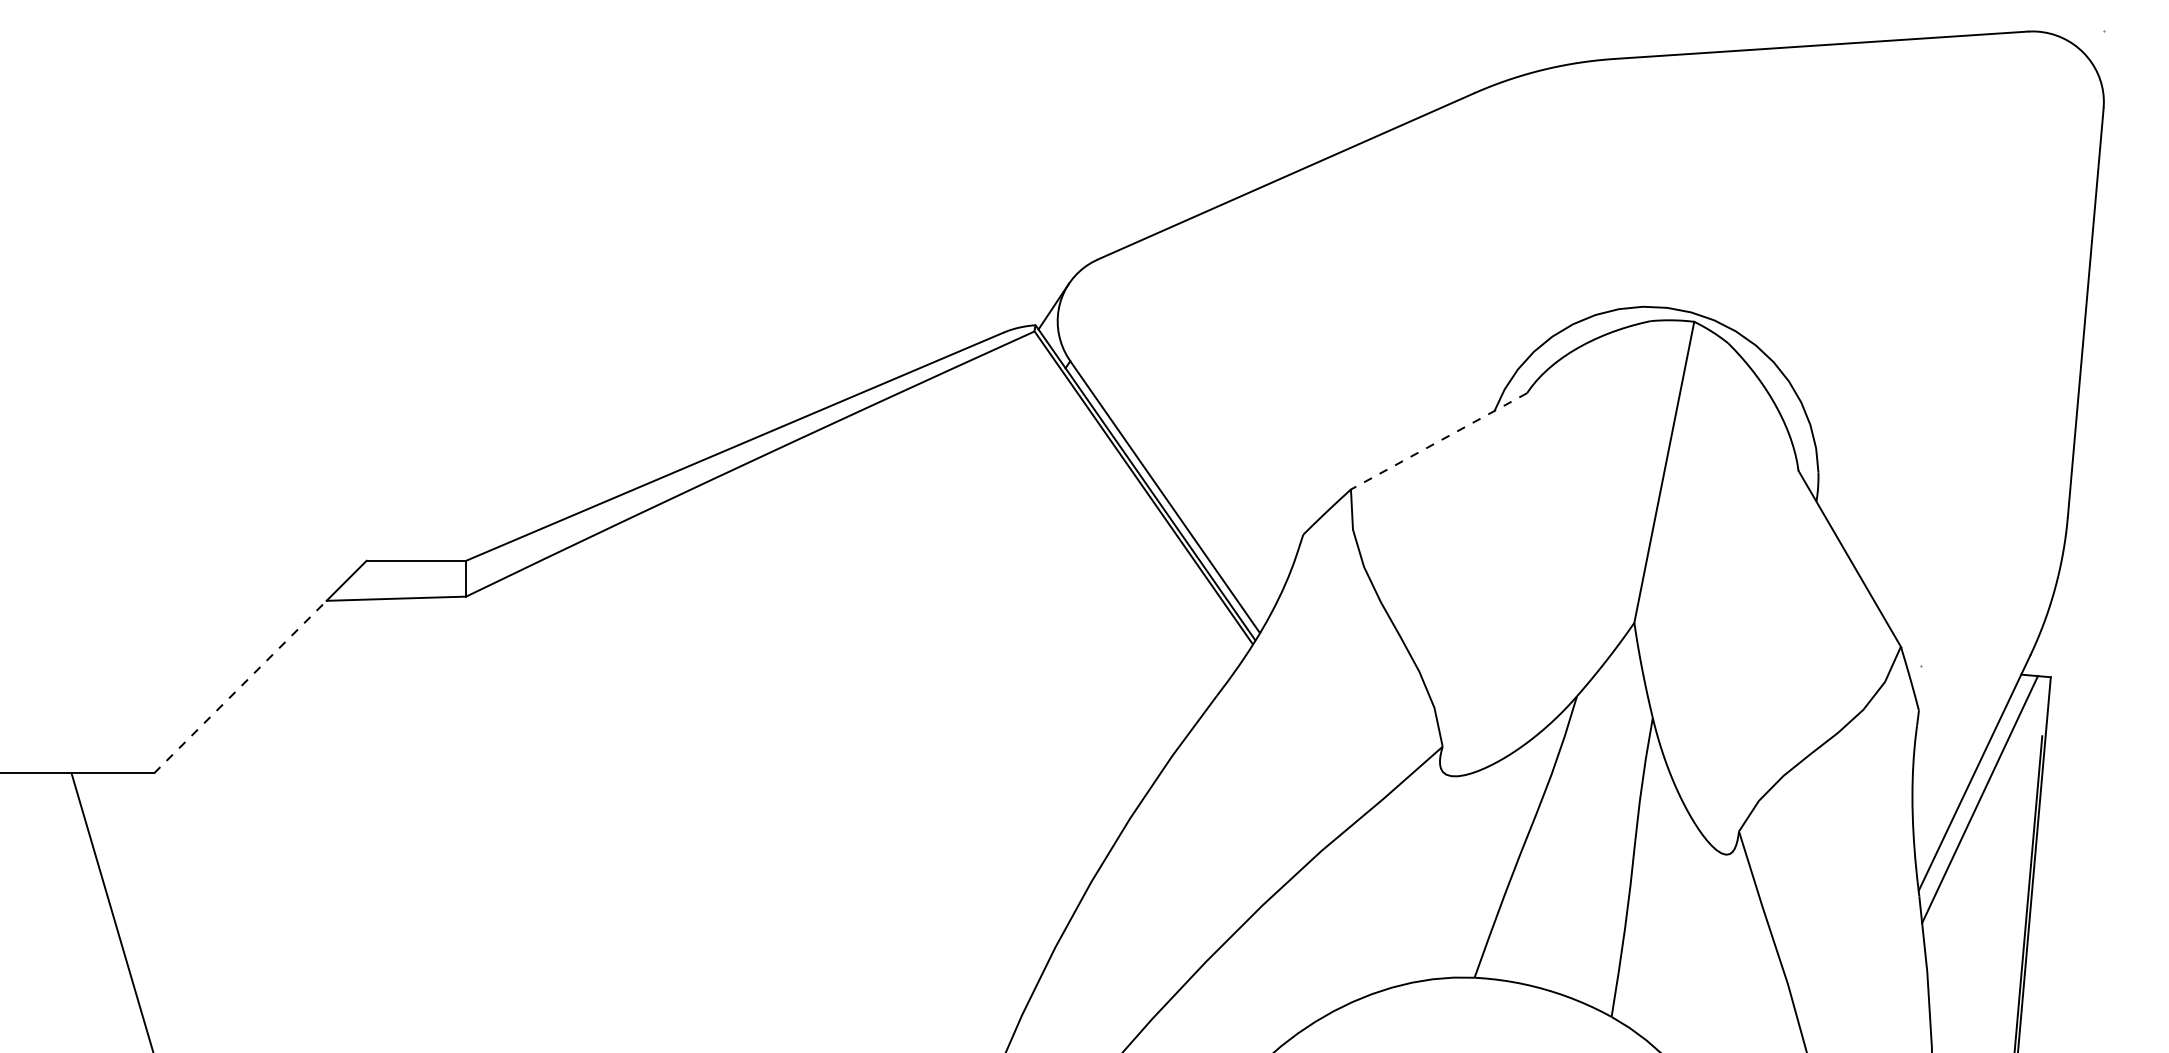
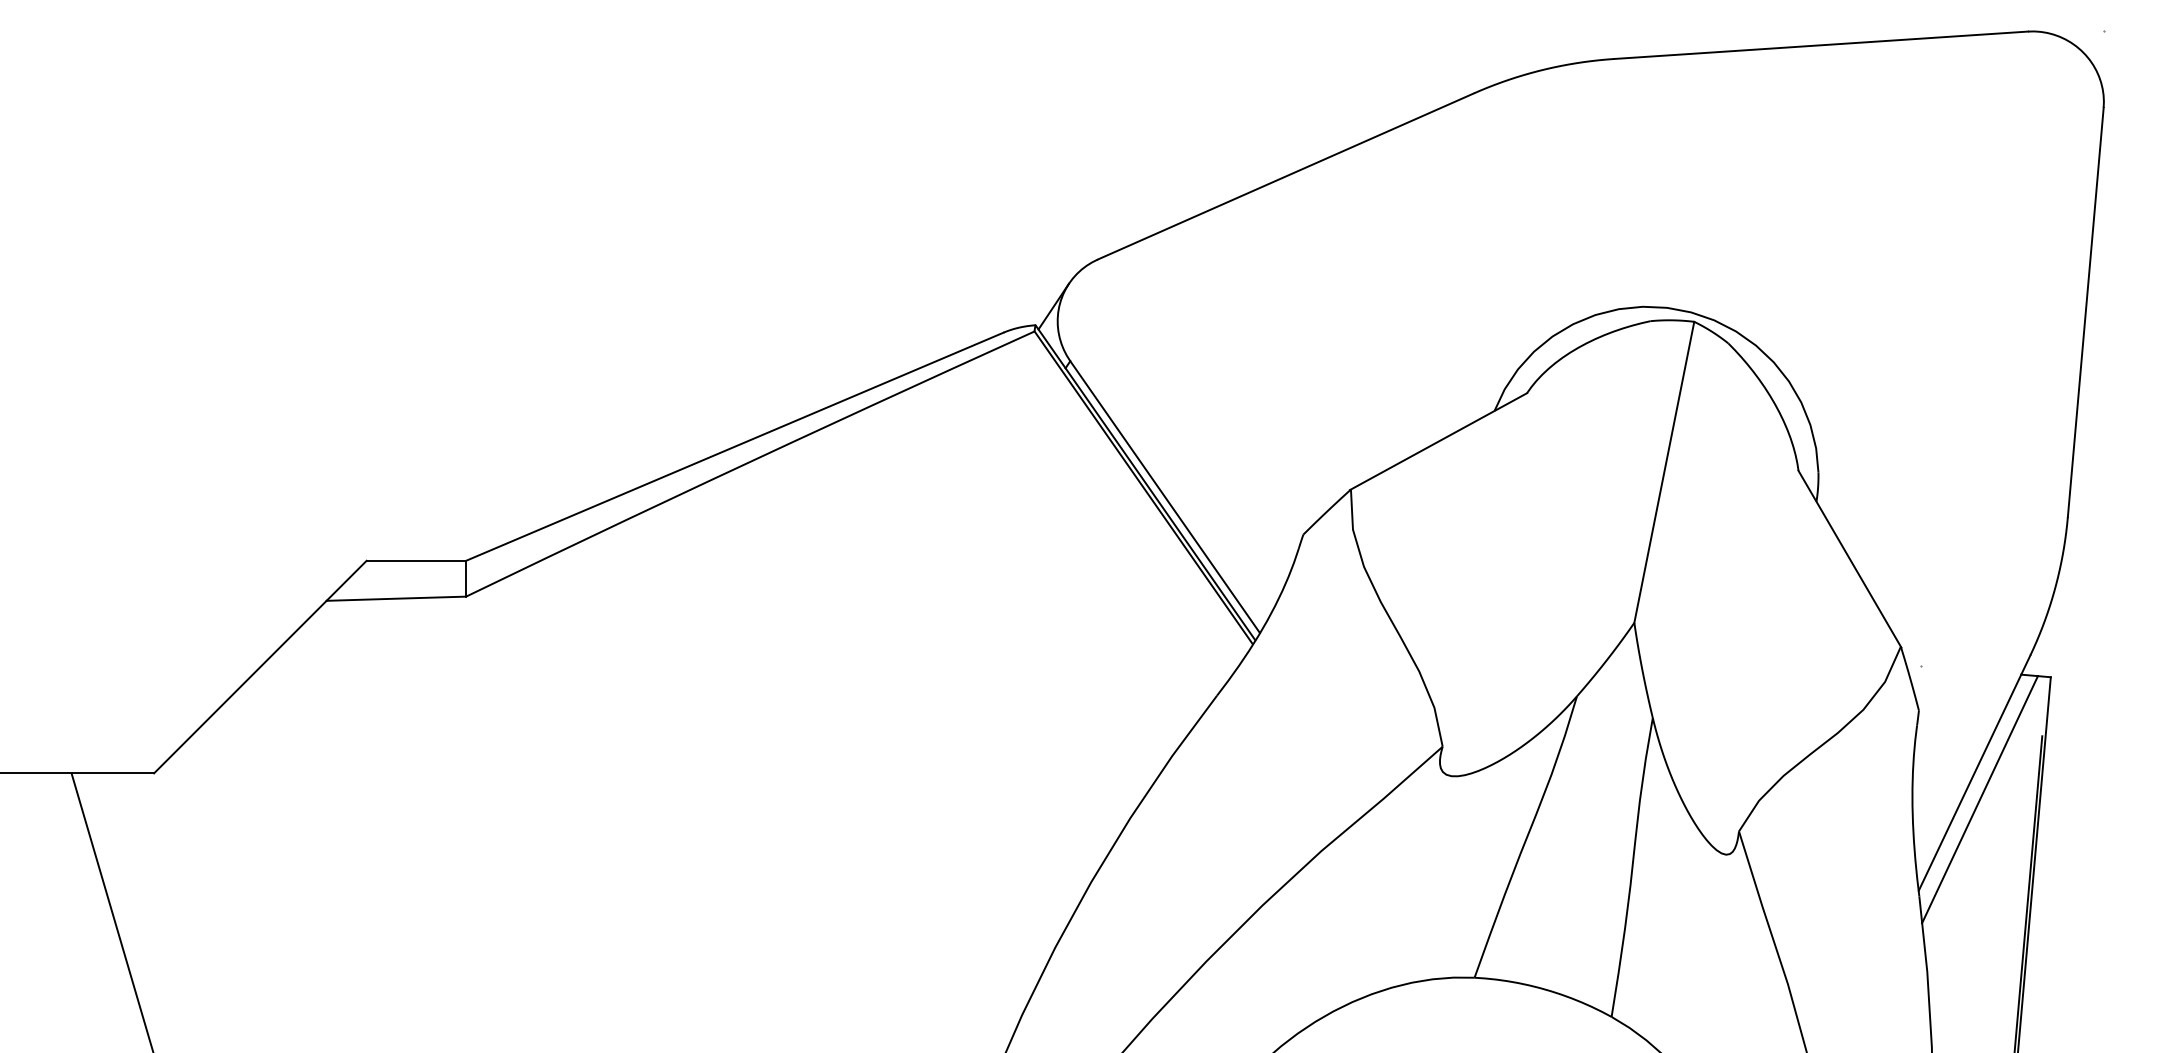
line at (1438, 441): dashed -> solid
line at (240, 687): dashed -> solid
